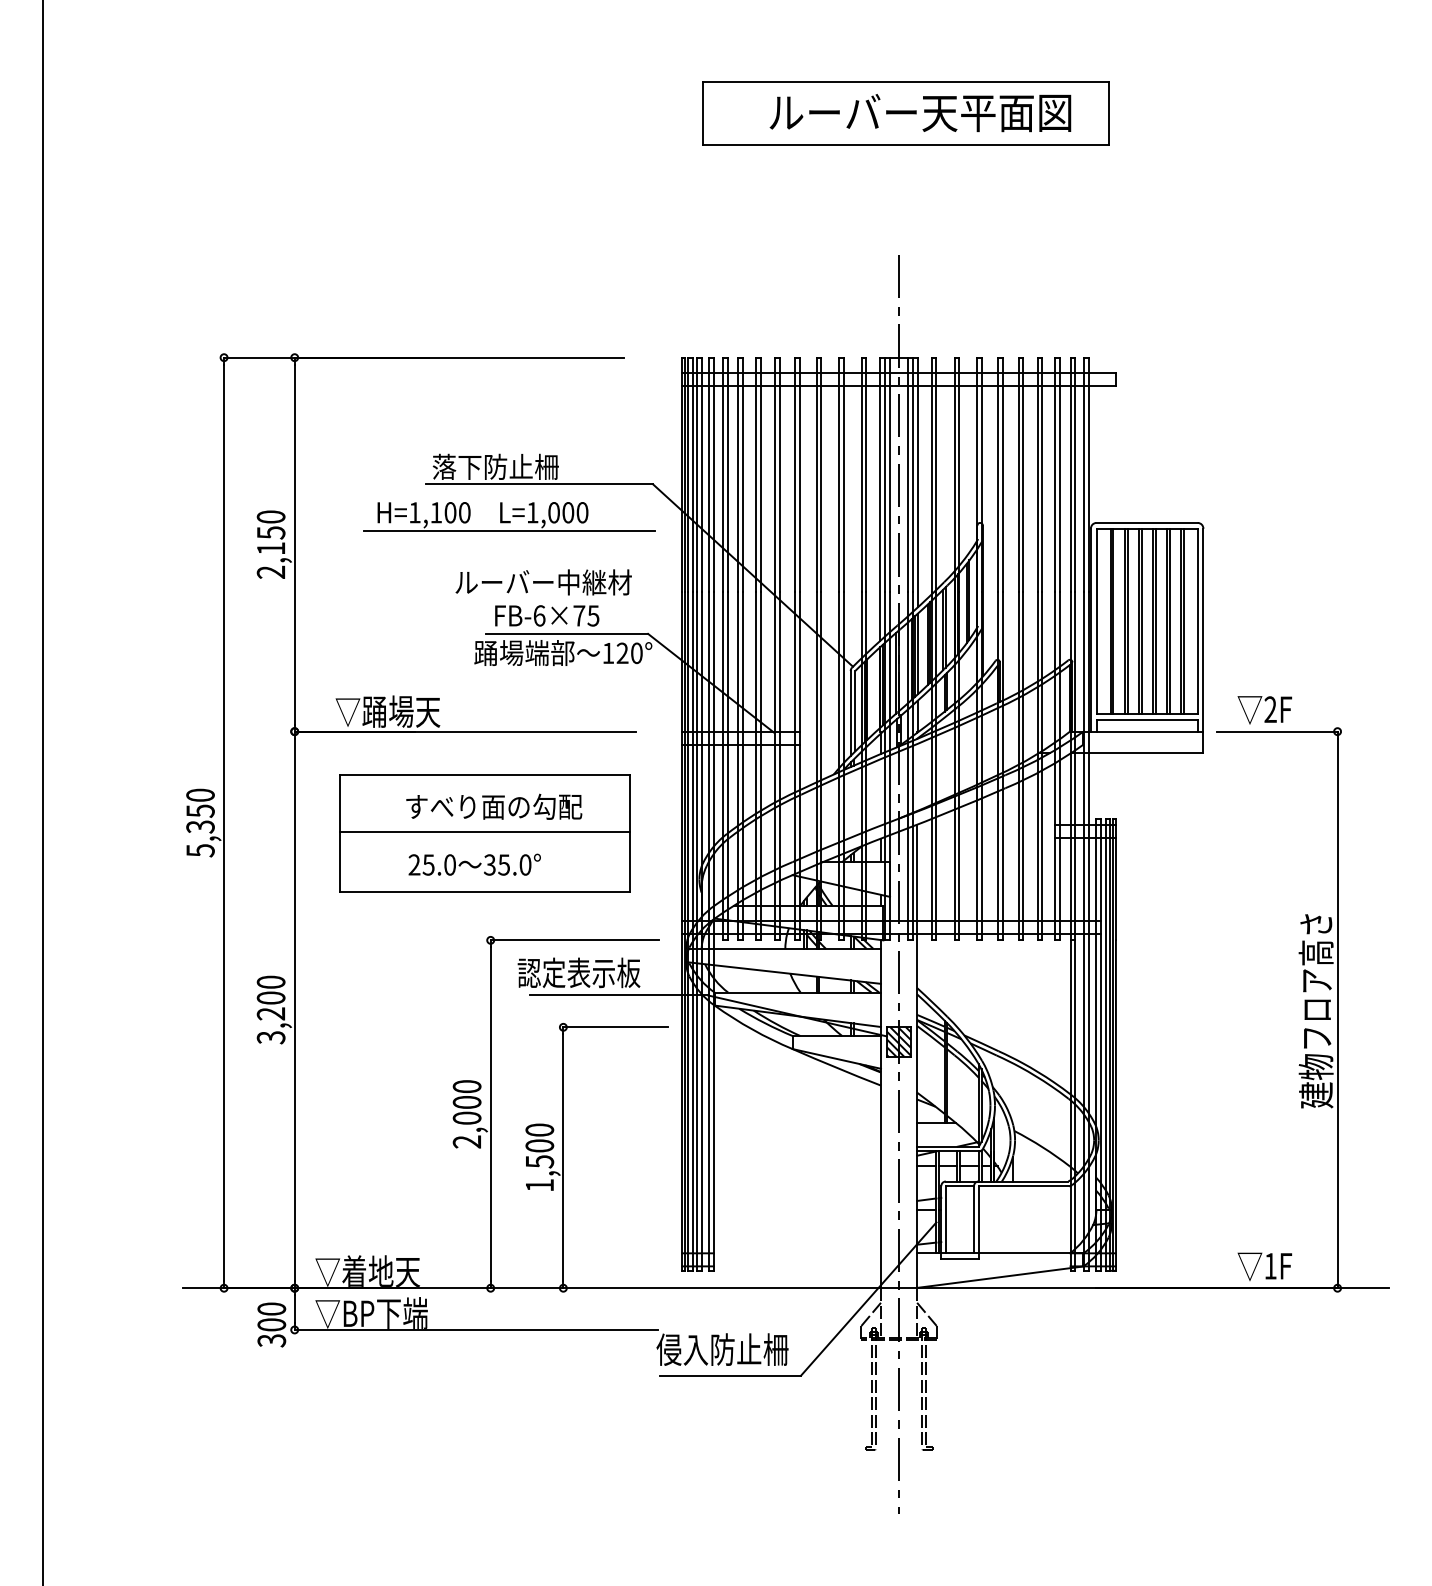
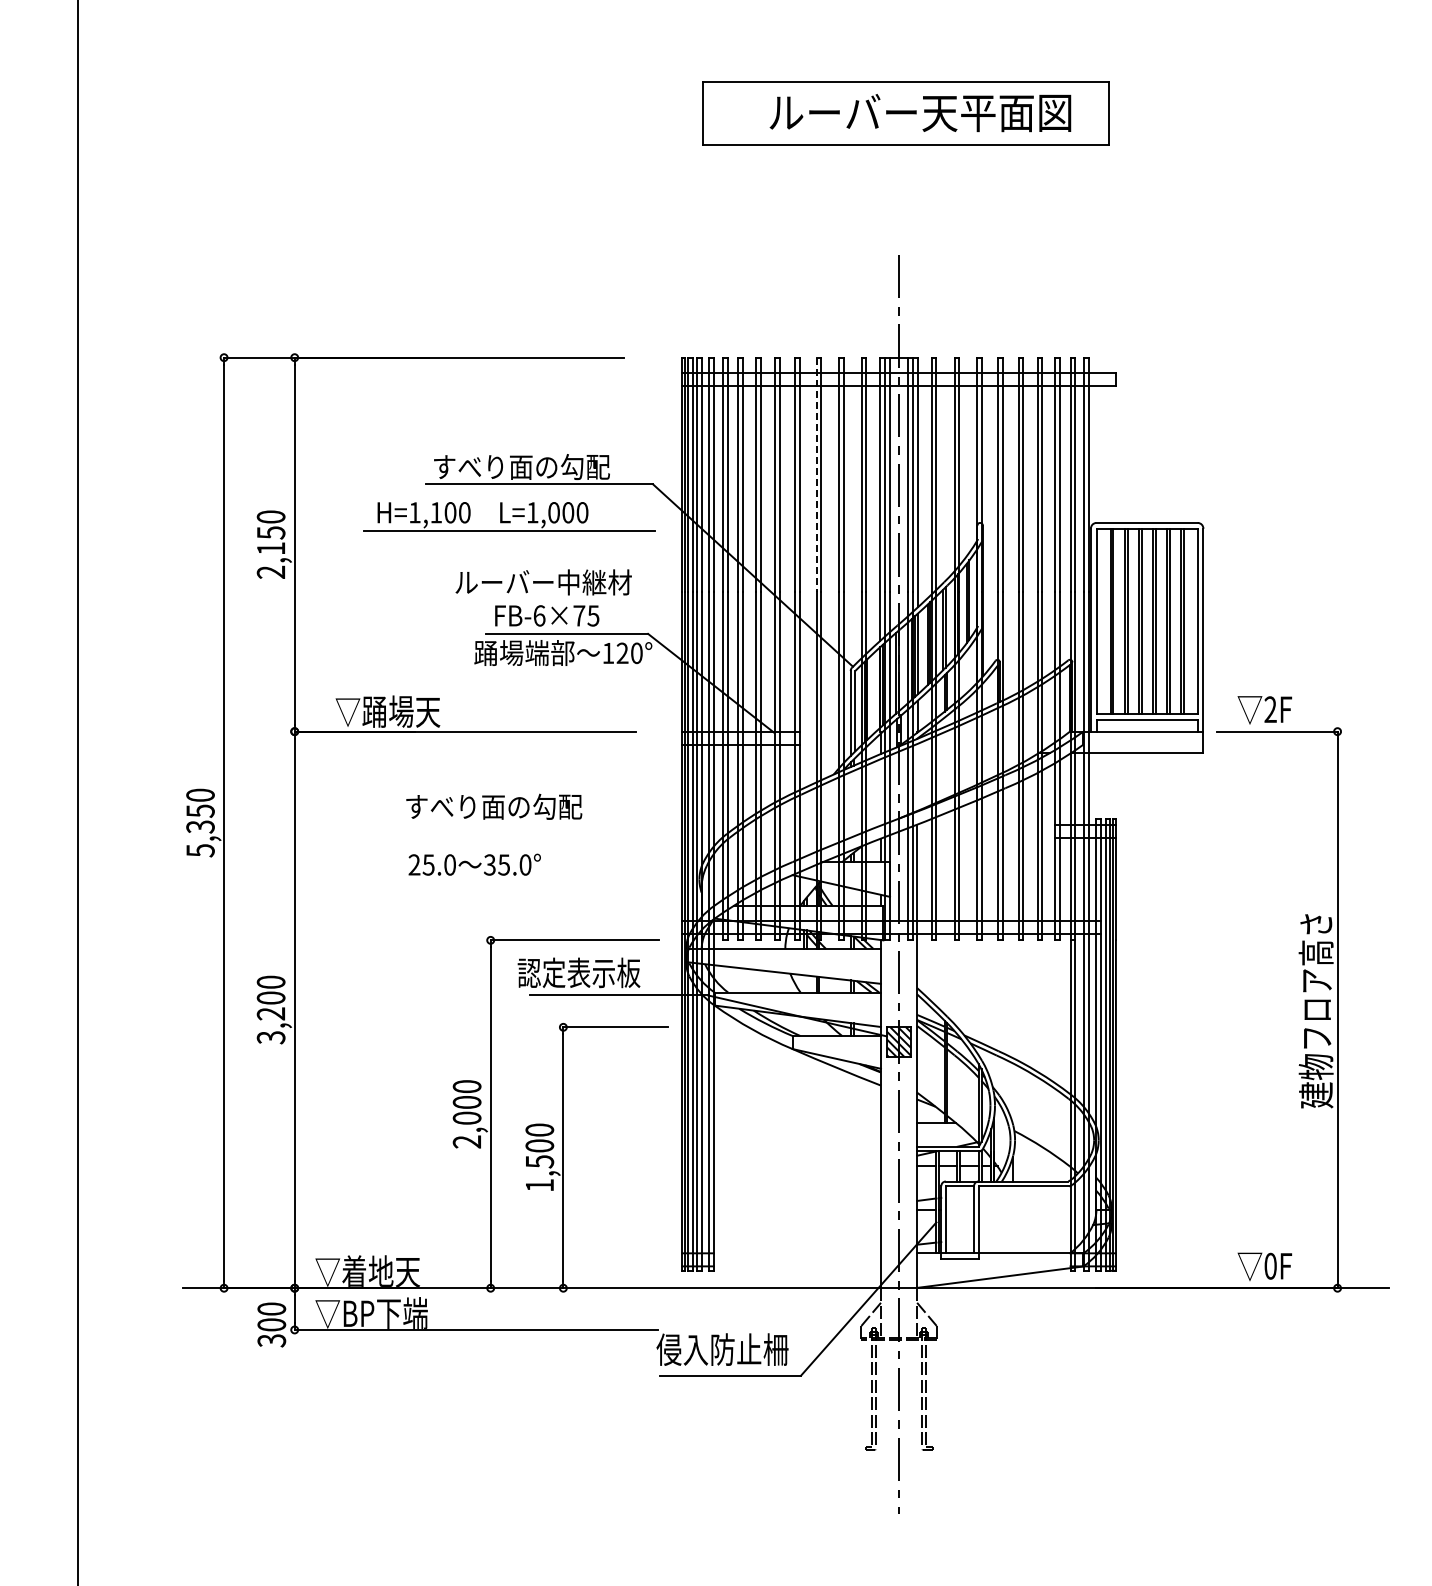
text at (520, 466): 落下防止柵 -> すべり面の勾配
line at (816, 475): solid -> dashed
line at (43, 792) position: (43, 792) -> (78, 792)
part at (484, 833): present -> none
text at (1270, 1265): 1F -> 0F
